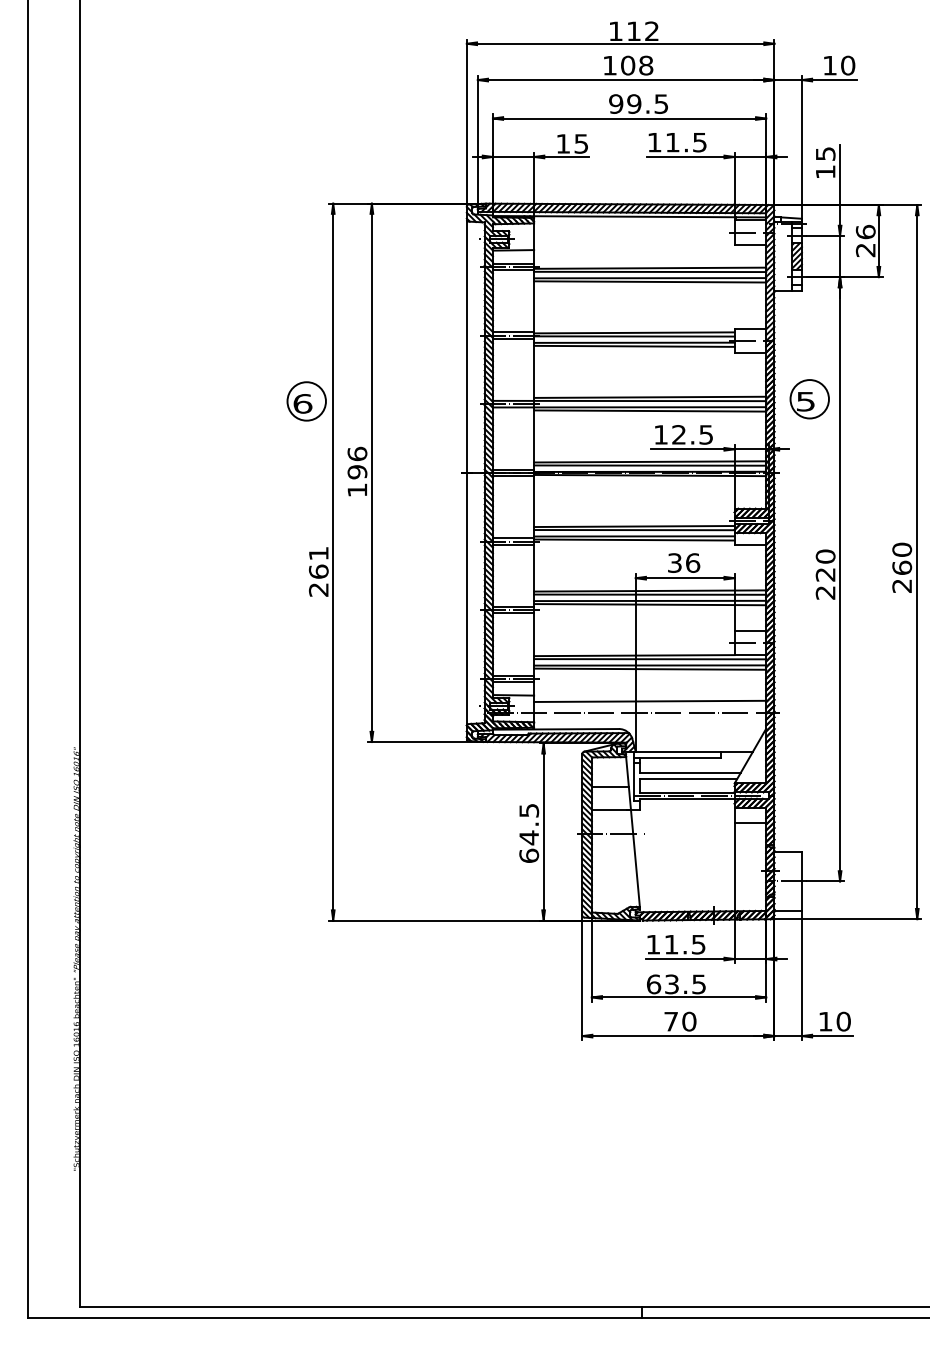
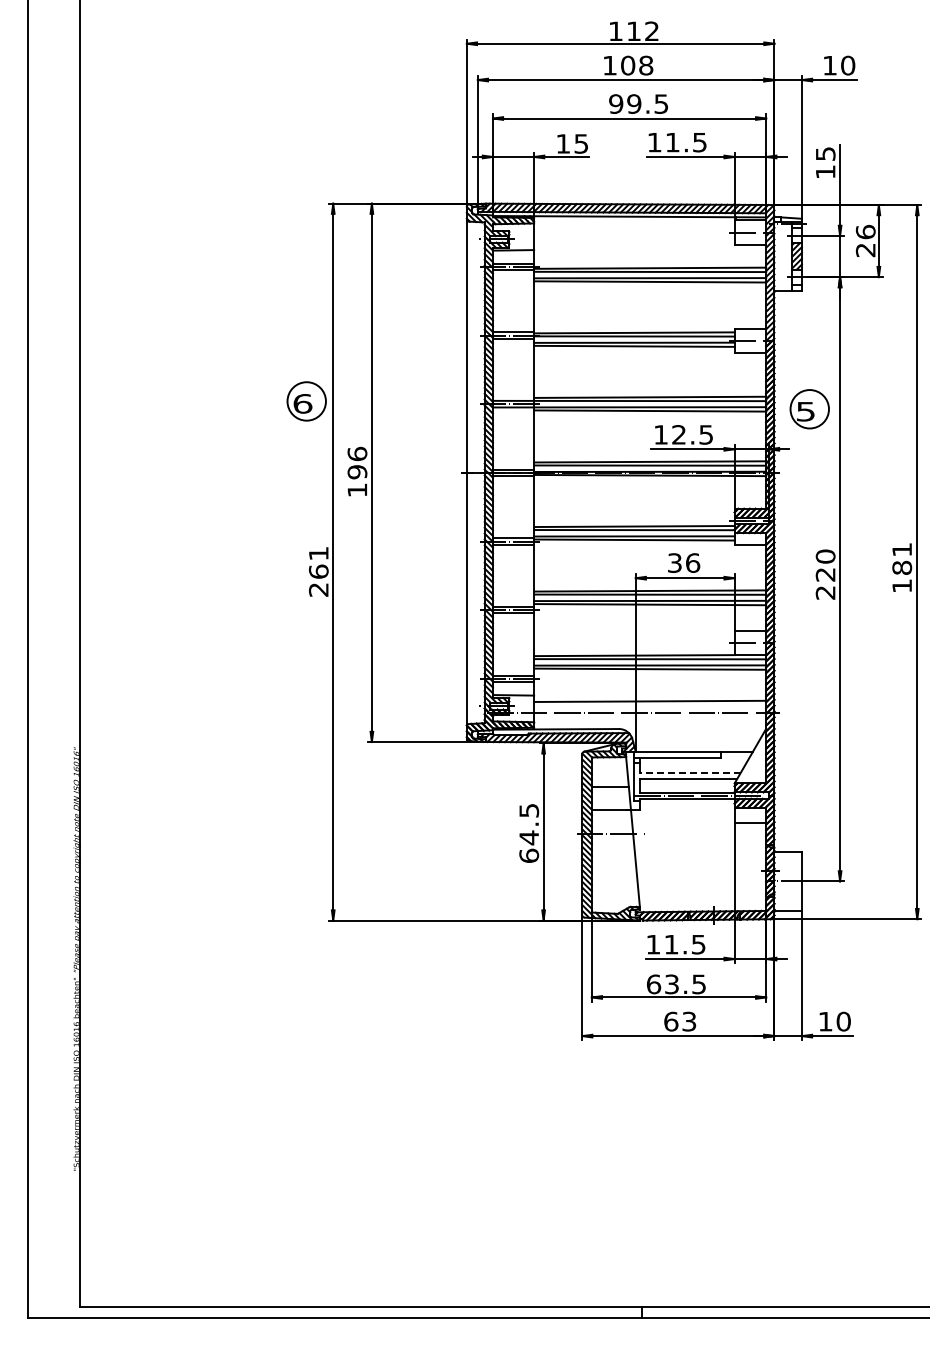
part at (809, 399) position: (809, 399) -> (809, 409)
text at (902, 567): 260 -> 181
line at (689, 773): solid -> dashed
text at (680, 1021): 70 -> 63
